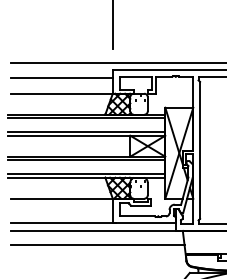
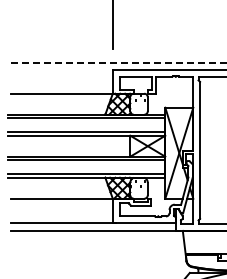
line at (119, 62): solid -> dashed
line at (61, 77): present -> none
line at (97, 244): present -> none
